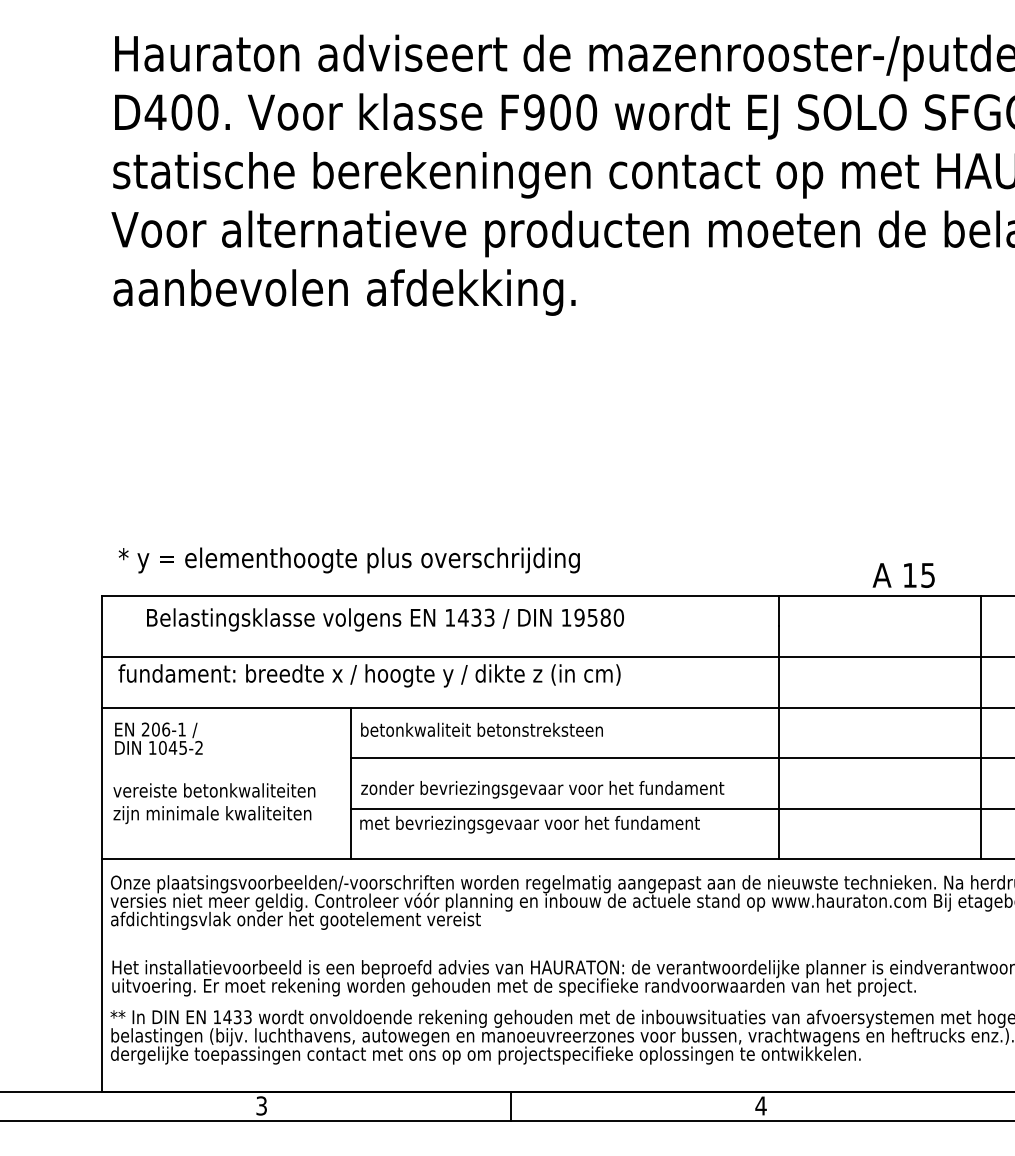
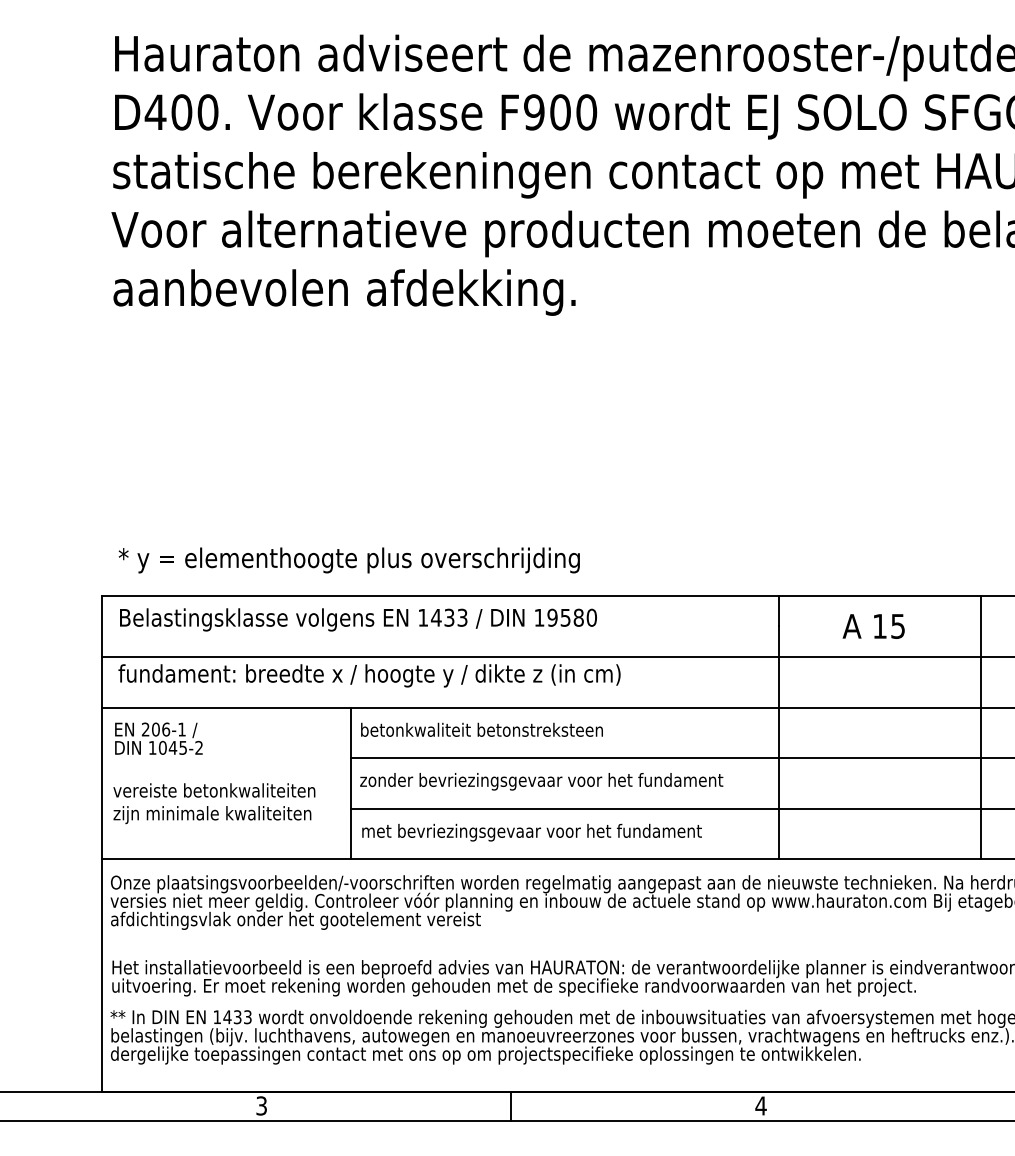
text at (903, 575) position: (903, 575) -> (873, 626)
text at (385, 619) position: (385, 619) -> (358, 619)
text at (542, 789) position: (542, 789) -> (541, 781)
text at (529, 824) position: (529, 824) -> (531, 832)
